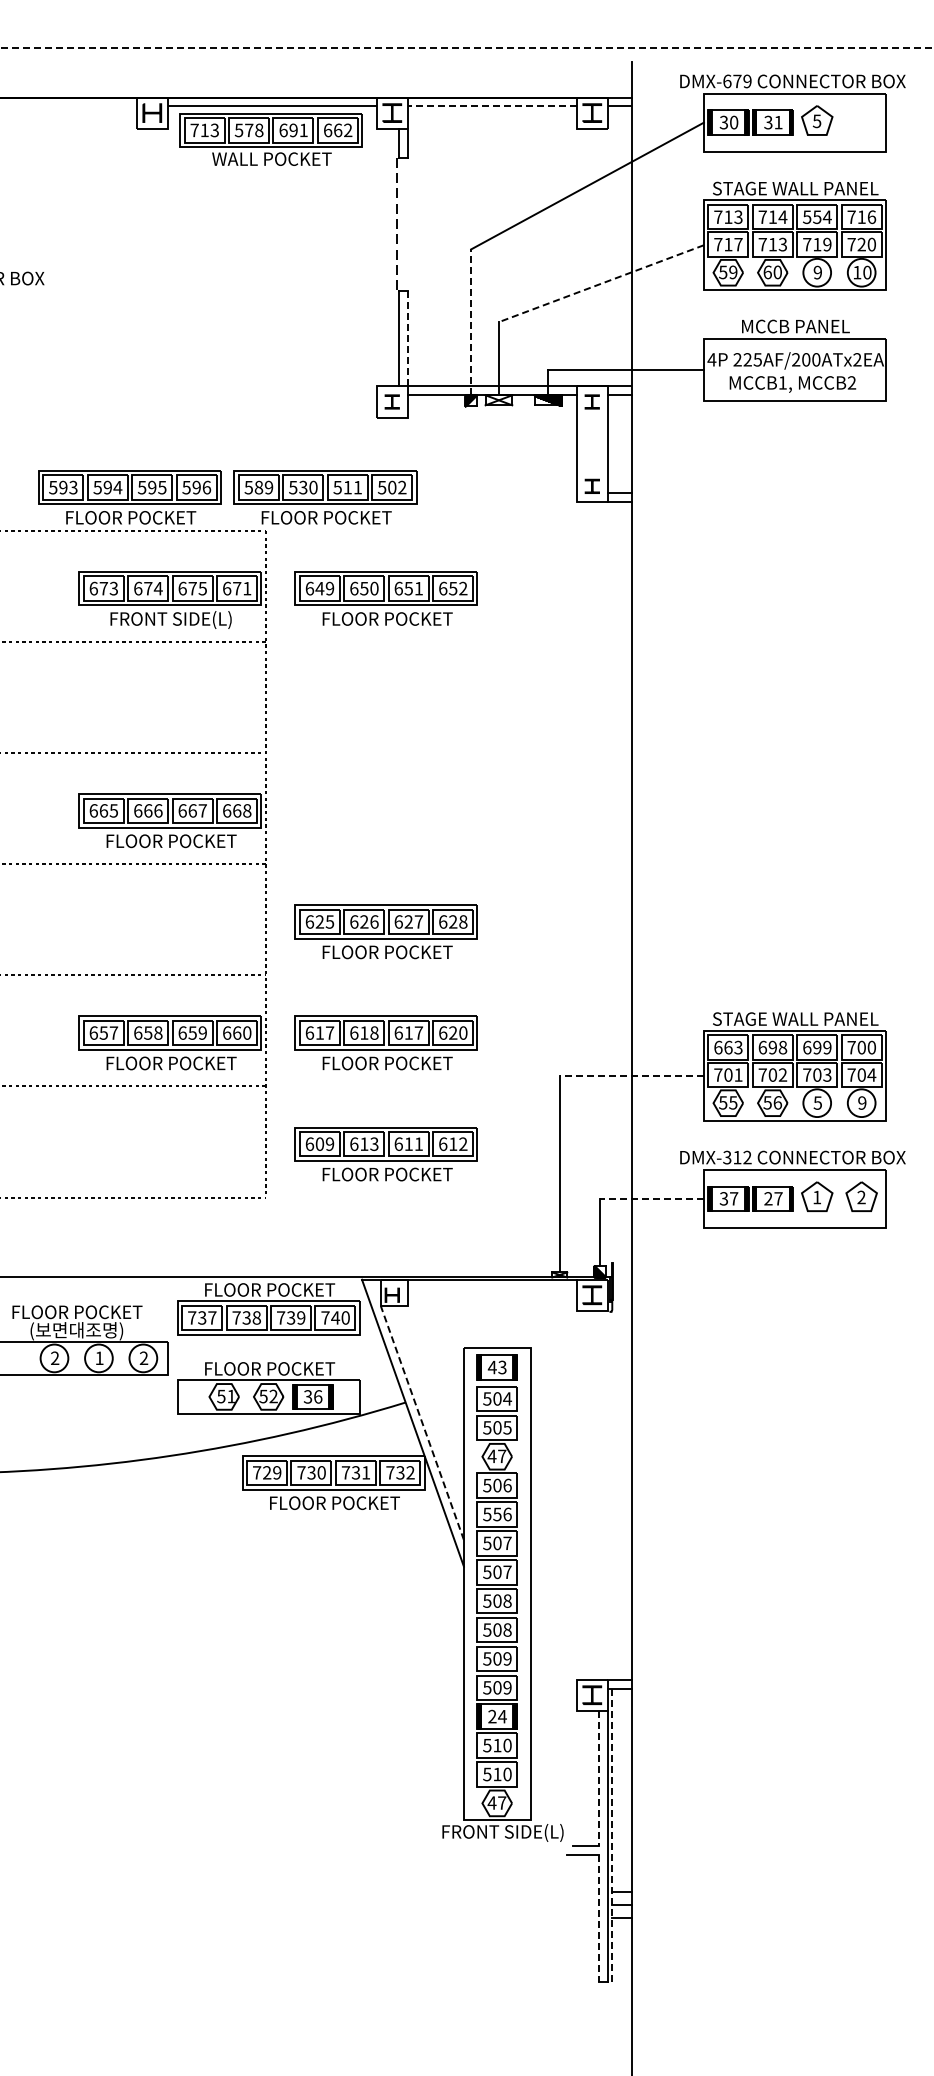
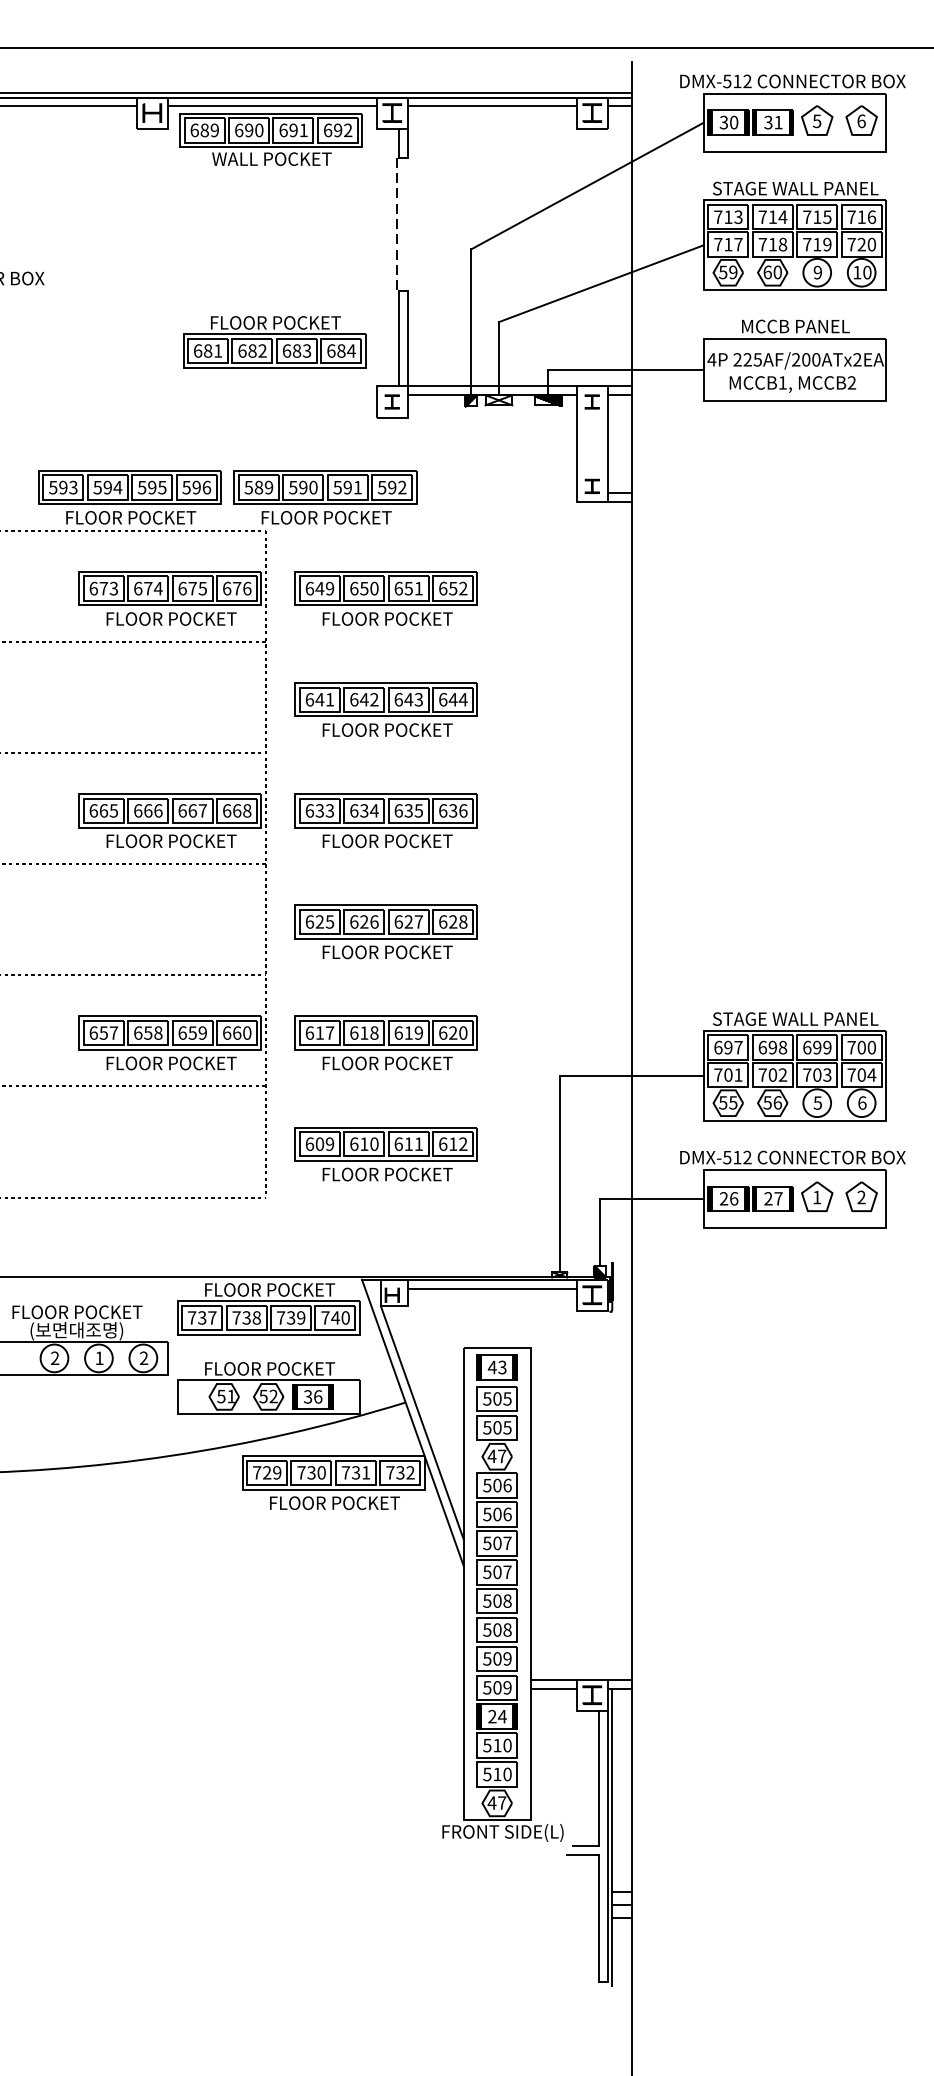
line at (466, 47): dashed -> solid
text at (737, 81): DMX-679 -> DMX-512
line at (316, 93): none -> present
line at (69, 106): none -> present
line at (491, 106): dashed -> solid
part at (861, 120): none -> present
text at (204, 130): 713 -> 689
text at (248, 130): 578 -> 690
text at (338, 130): 662 -> 692
text at (817, 217): 554 -> 715
text at (782, 244): 713 -> 718
line at (600, 283): dashed -> solid
line at (471, 322): dashed -> solid
line at (407, 338): dashed -> solid
part at (274, 342): none -> present
text at (303, 487): 530 -> 590
text at (347, 487): 511 -> 591
text at (392, 487): 502 -> 592
text at (247, 588): 671 -> 676
text at (171, 619): FRONT SIDE(L) -> FLOOR POCKET
part at (385, 709): none -> present
part at (385, 820): none -> present
text at (418, 1032): 617 -> 619
text at (733, 1047): 663 -> 697
line at (631, 1075): dashed -> solid
text at (862, 1102): 9 -> 6
text at (374, 1143): 613 -> 610
text at (727, 1156): DMX-312 -> DMX-512
line at (651, 1198): dashed -> solid
text at (728, 1198): 37 -> 26
line at (491, 1288): none -> present
text at (507, 1398): 504 -> 505
line at (422, 1423): dashed -> solid
text at (497, 1514): 556 -> 506
line at (553, 1679): none -> present
line at (553, 1688): none -> present
line at (598, 1778): dashed -> solid
line at (612, 1837): dashed -> solid
line at (598, 1919): dashed -> solid
